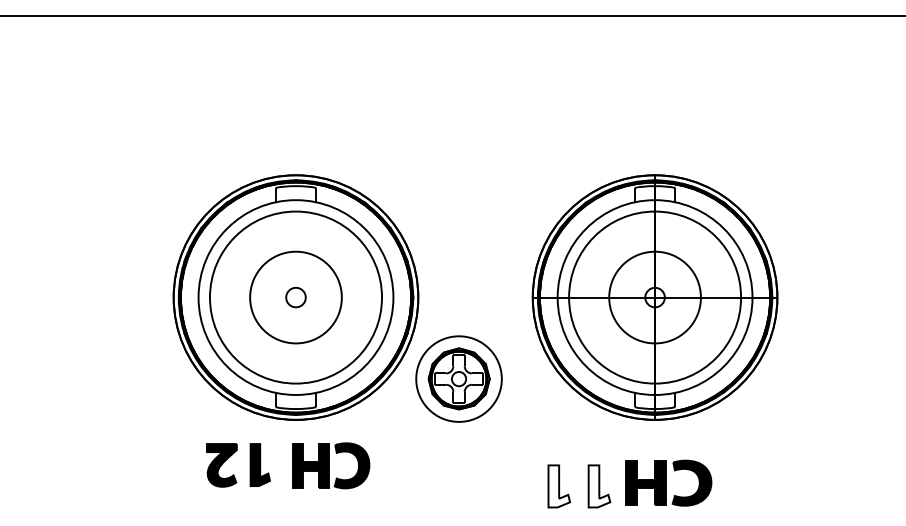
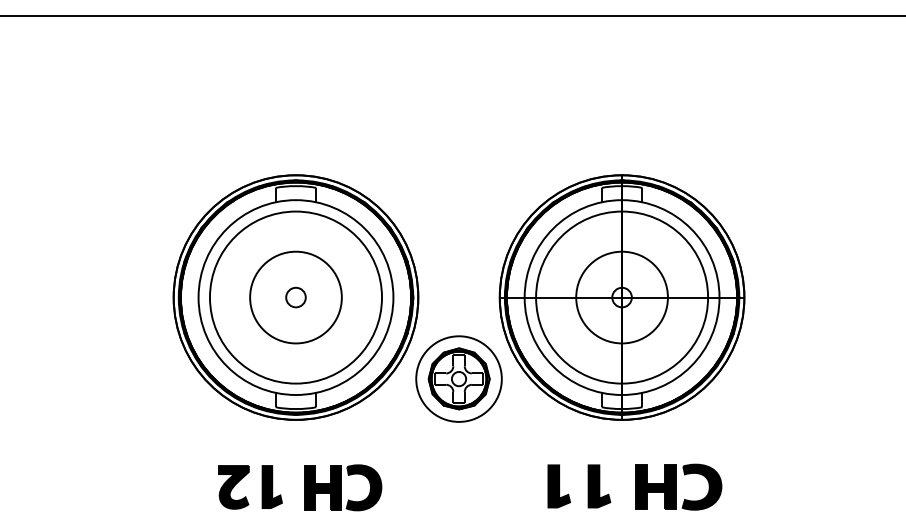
part at (654, 297) position: (654, 297) -> (621, 297)
part at (288, 465) position: (288, 465) -> (300, 487)
part at (668, 482) position: (668, 482) -> (678, 486)
fill at (559, 486): none -> present
fill at (599, 486): none -> present
